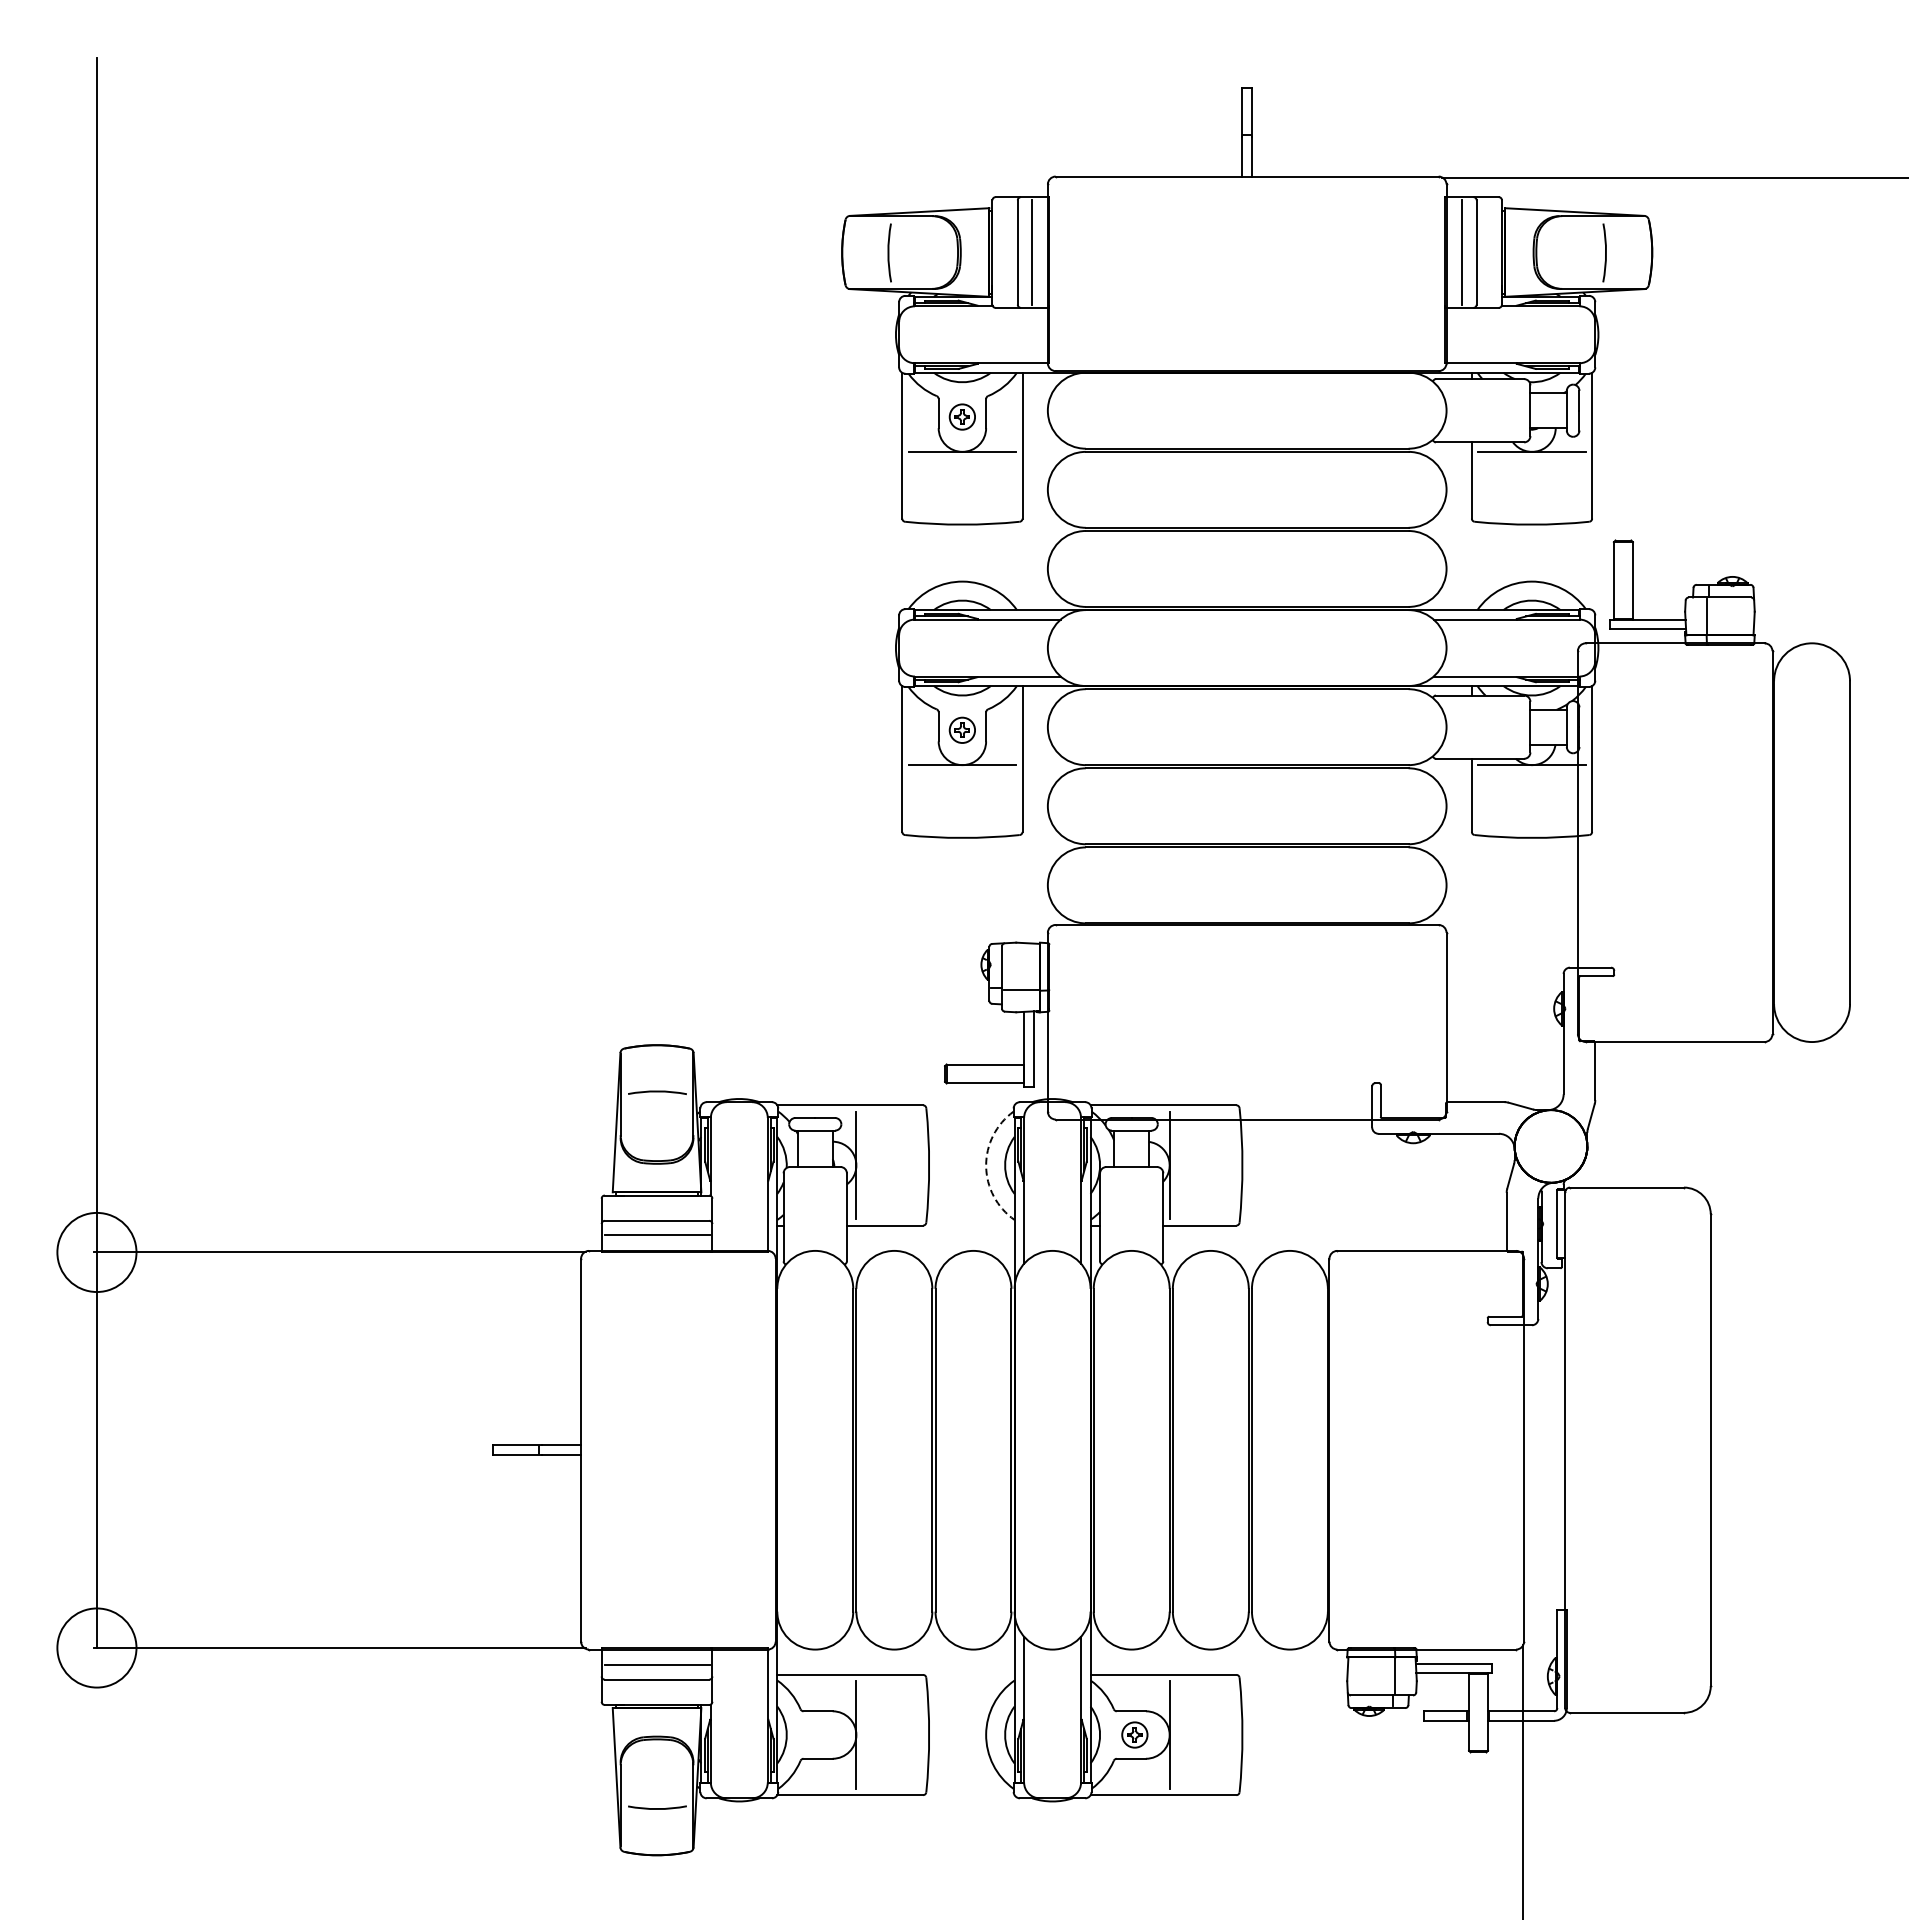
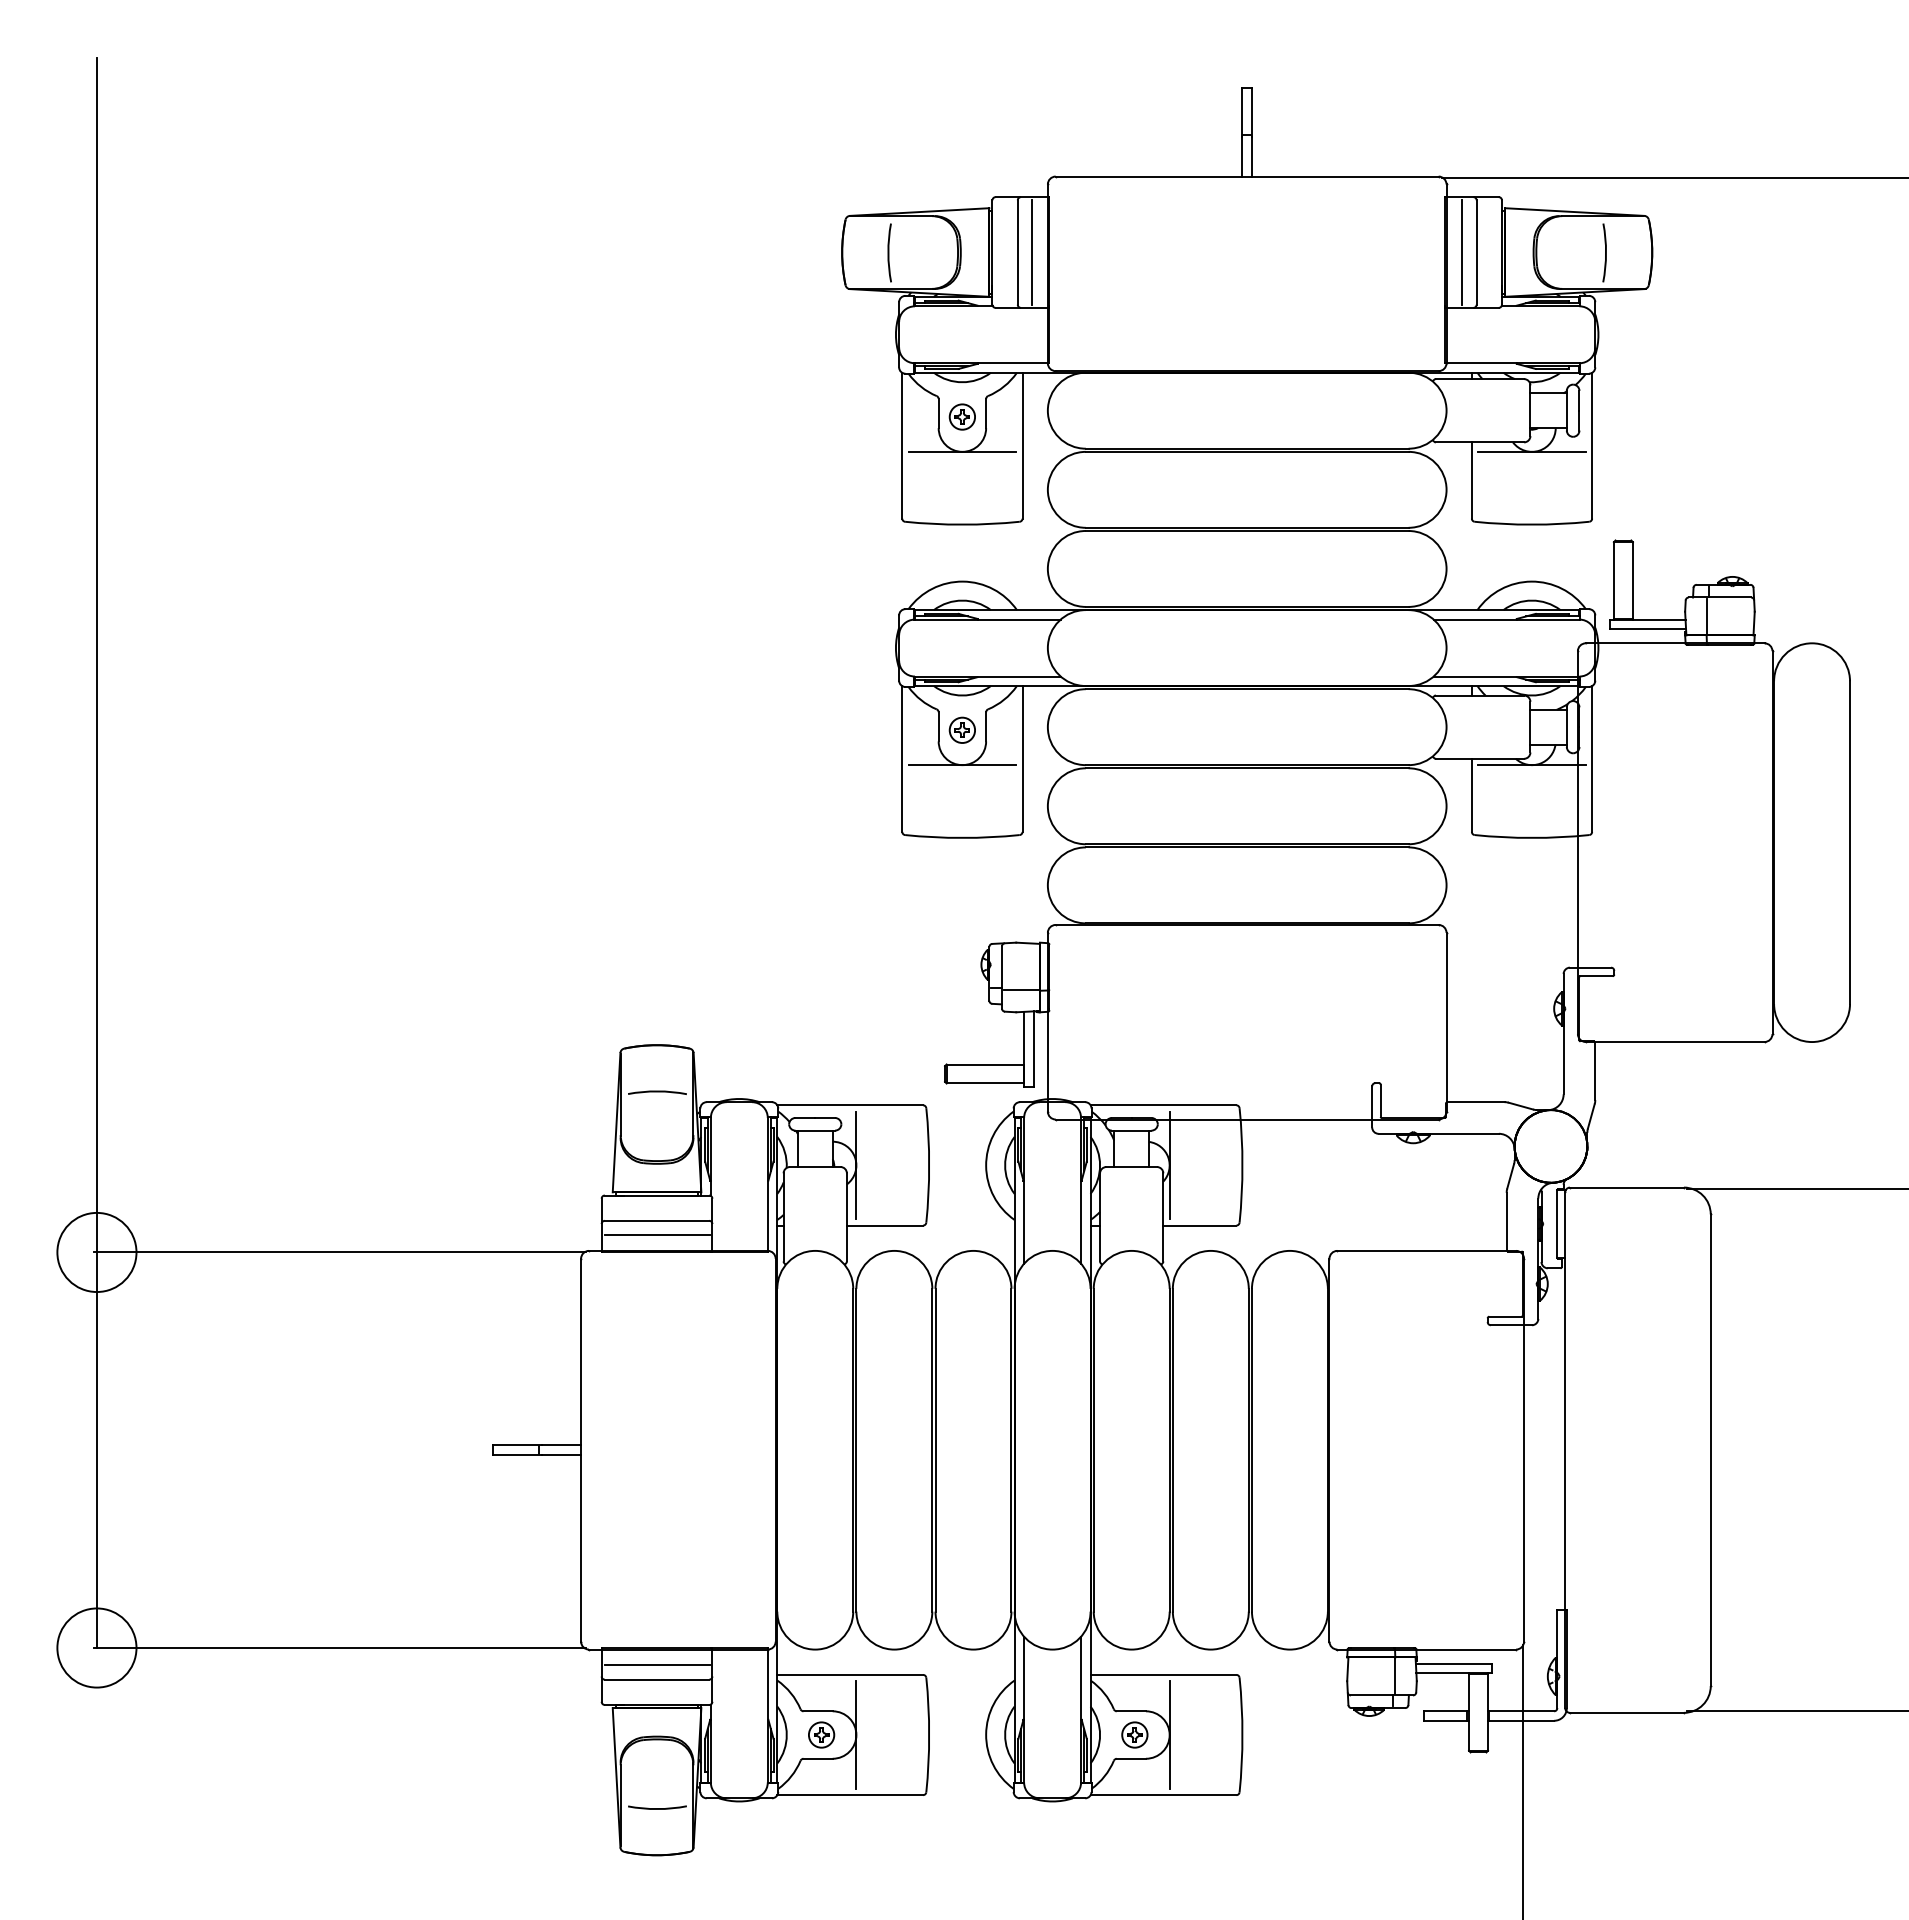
arc at (986, 1166): dashed -> solid
line at (1796, 1189): none -> present
line at (1796, 1711): none -> present
part at (821, 1734): none -> present
